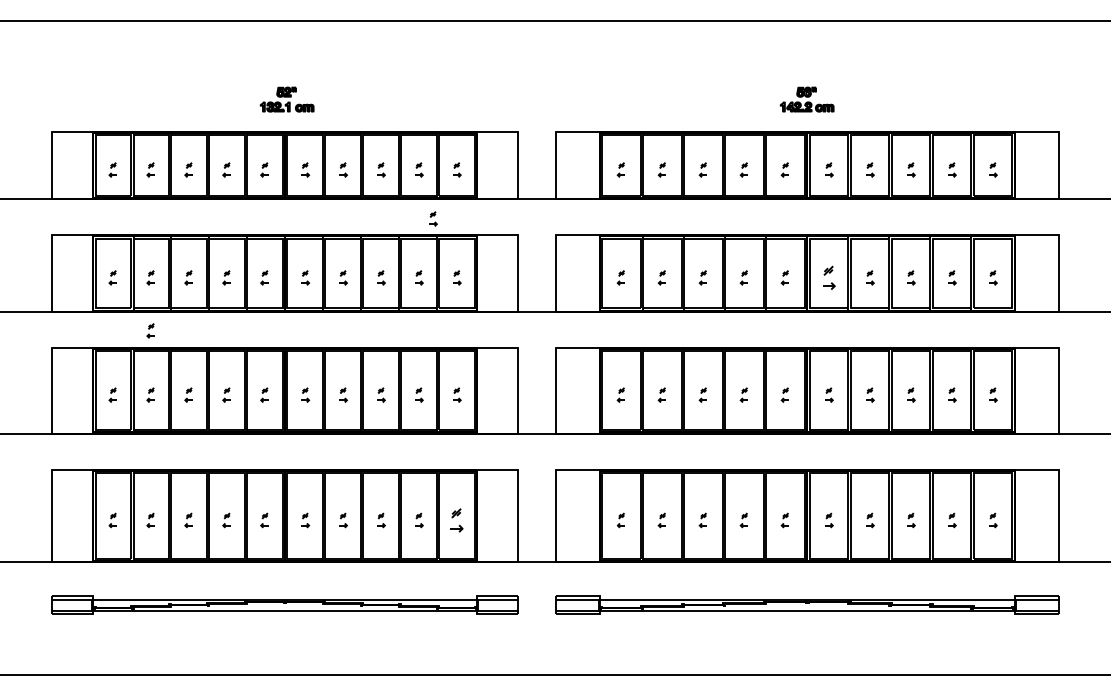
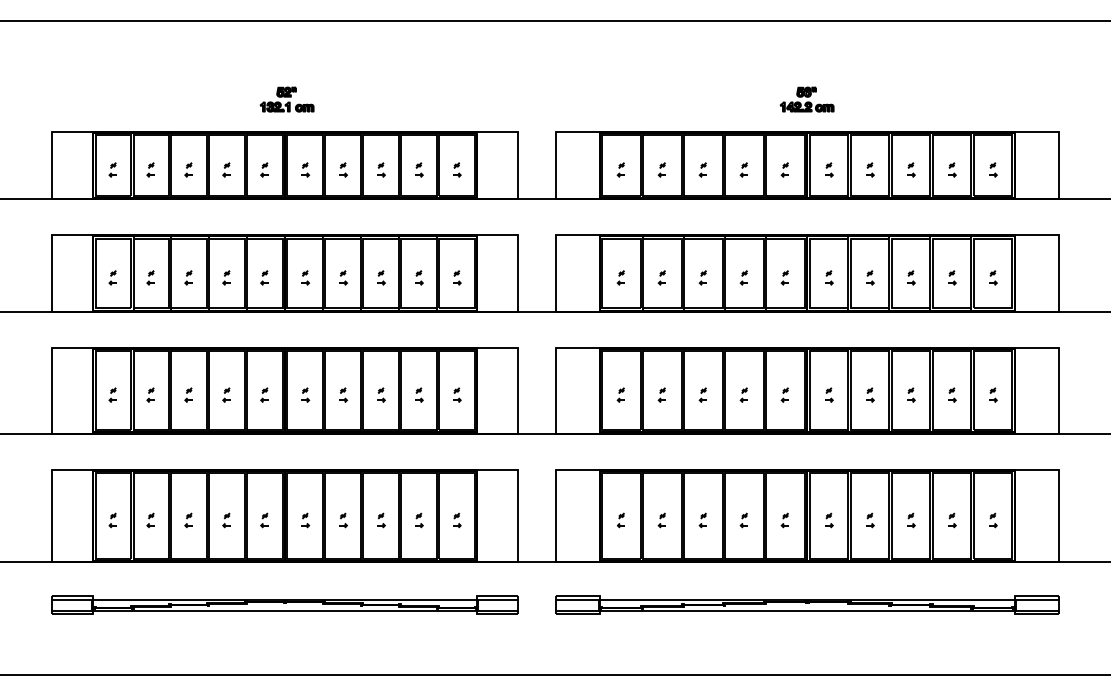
part at (433, 218): present -> none
part at (829, 277) size: 13x25 px -> 9x16 px
part at (150, 330): present -> none
part at (456, 520) size: 14x25 px -> 9x17 px
